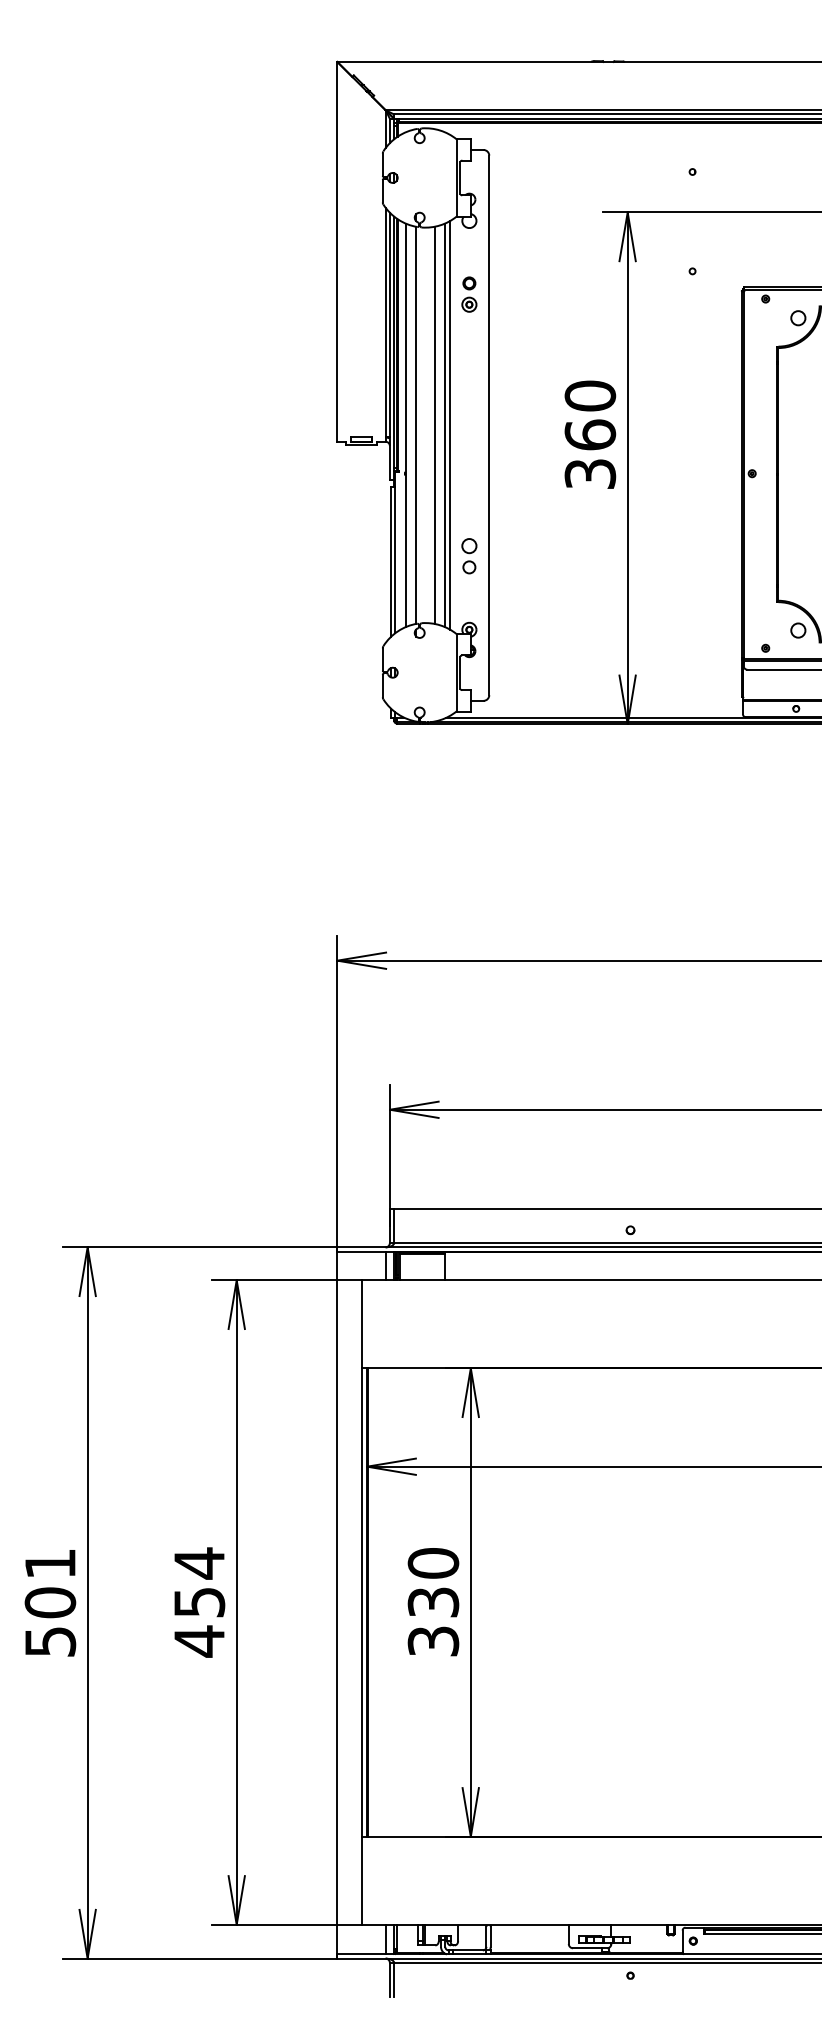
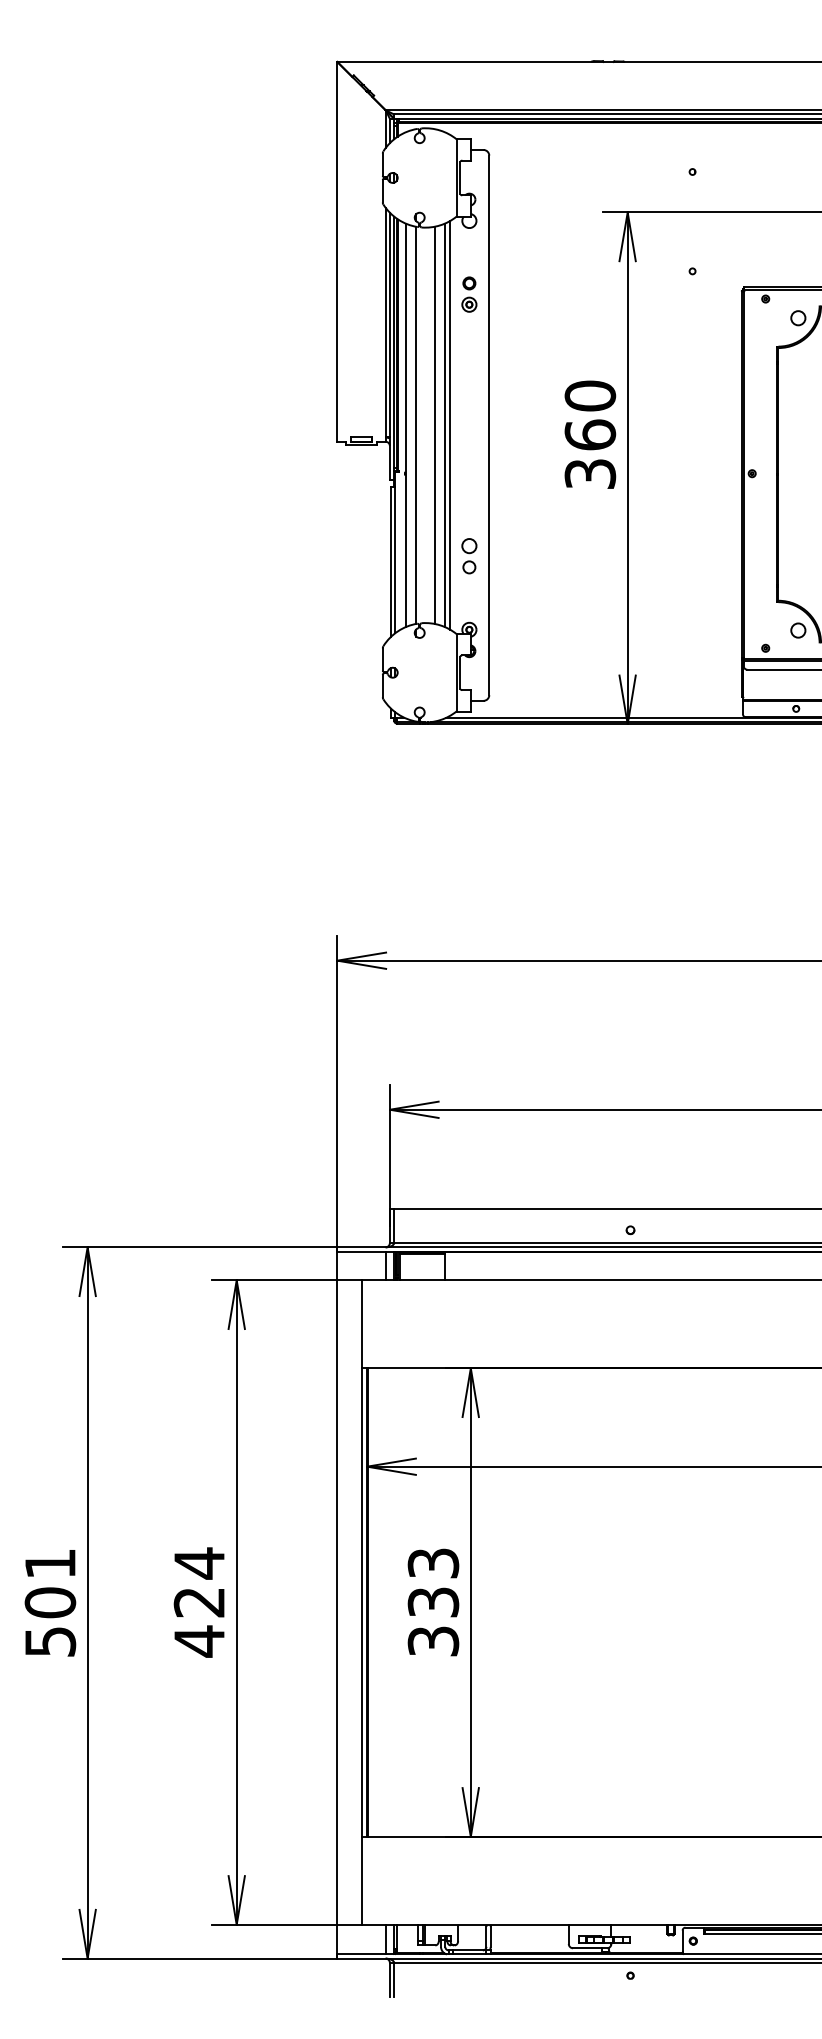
text at (433, 1563): 330 -> 333
text at (199, 1602): 454 -> 424
